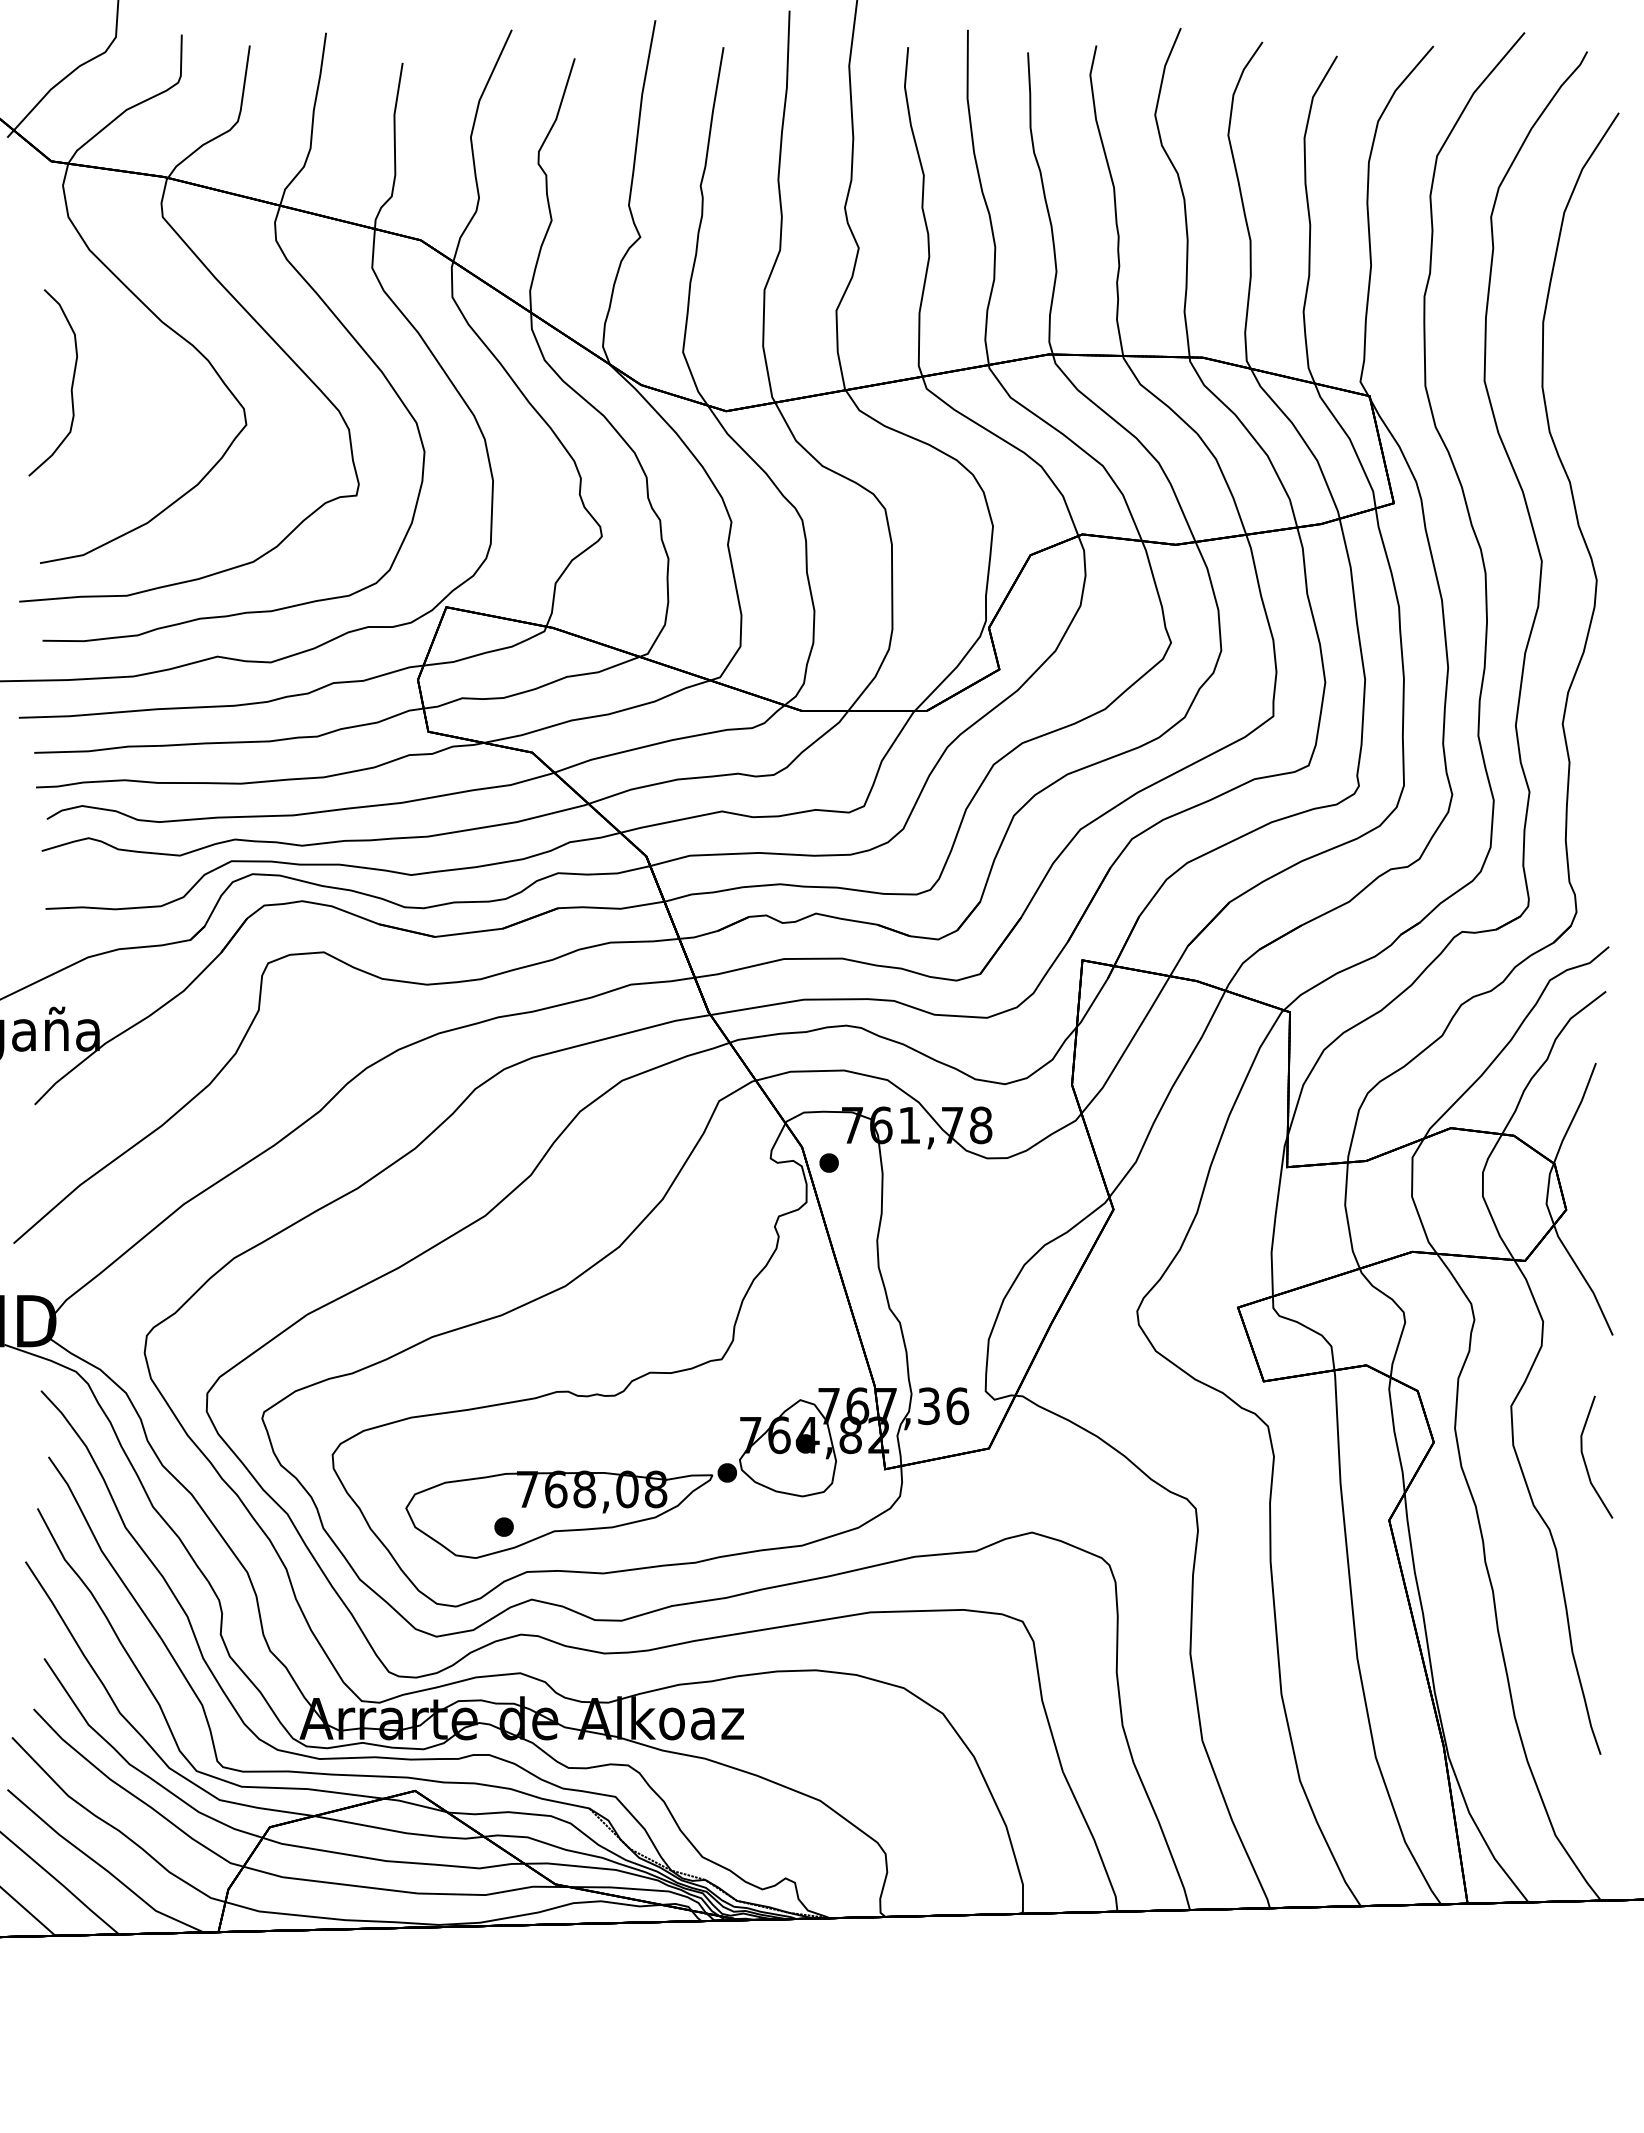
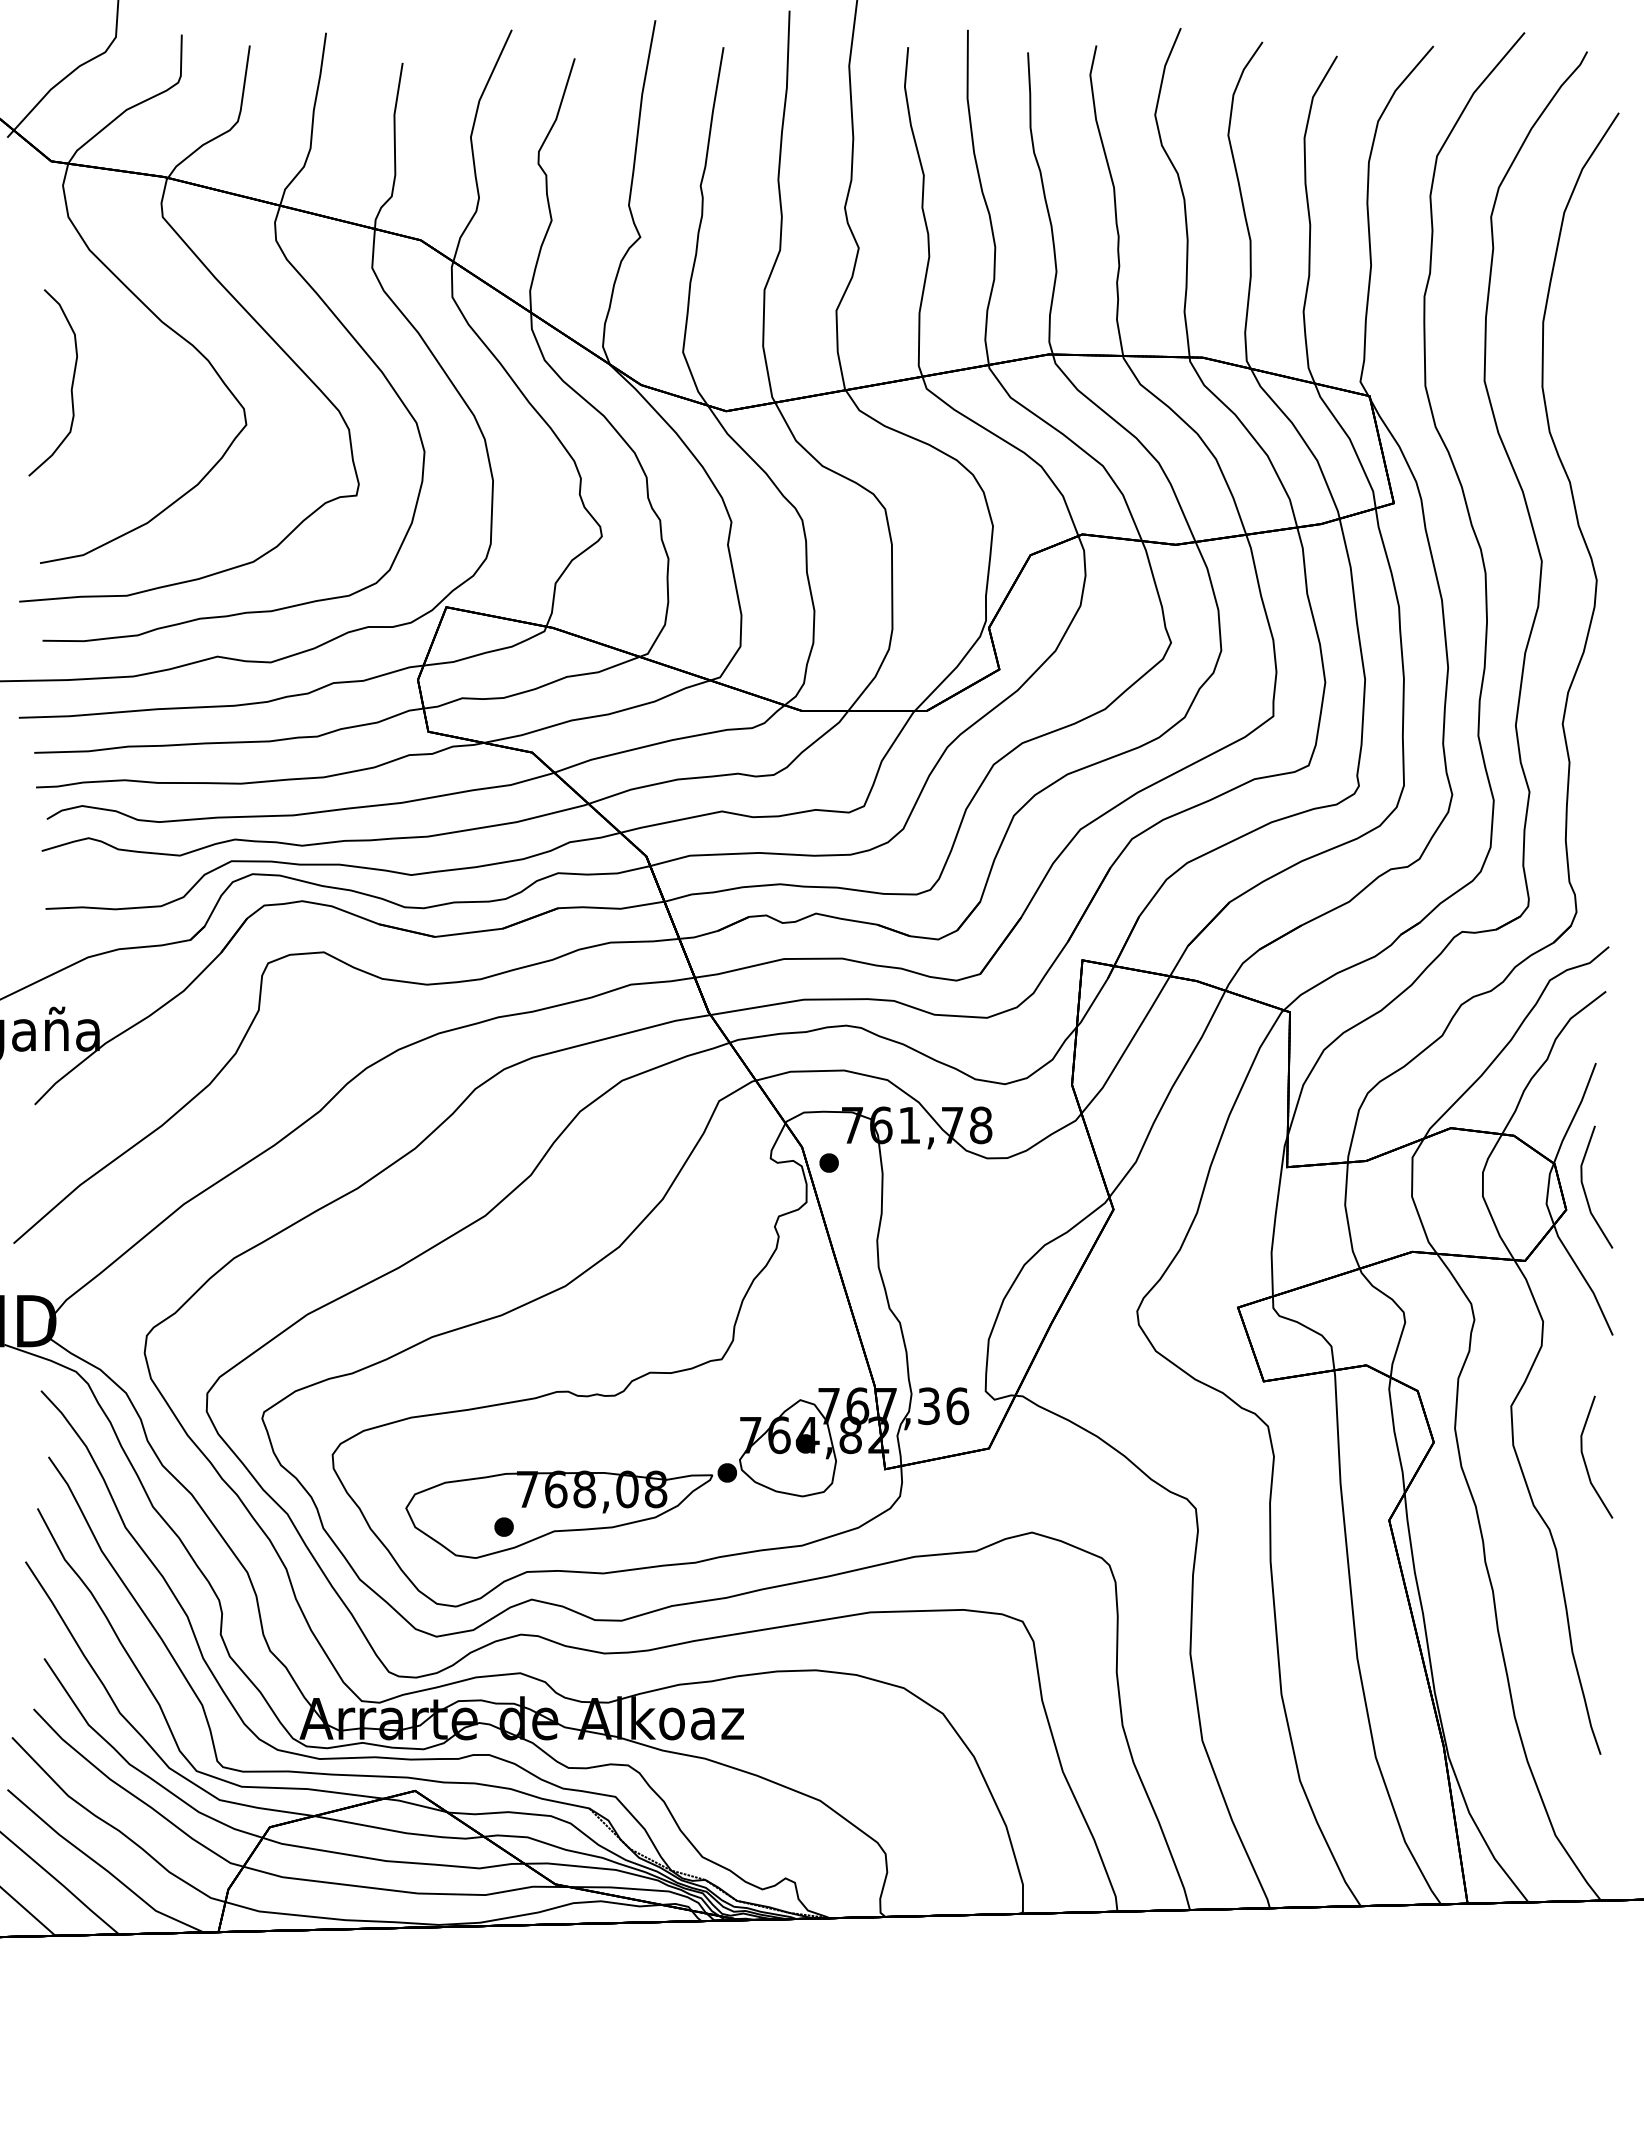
line at (1585, 1190): none -> present
